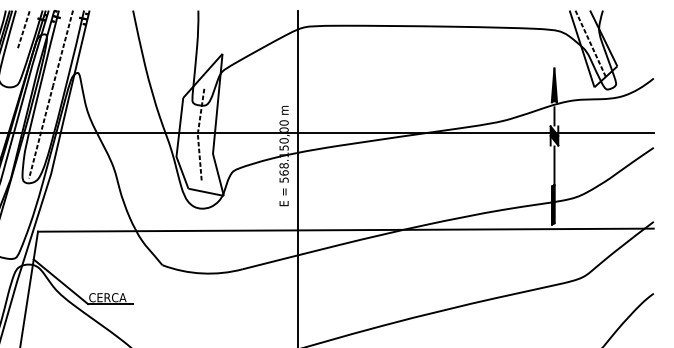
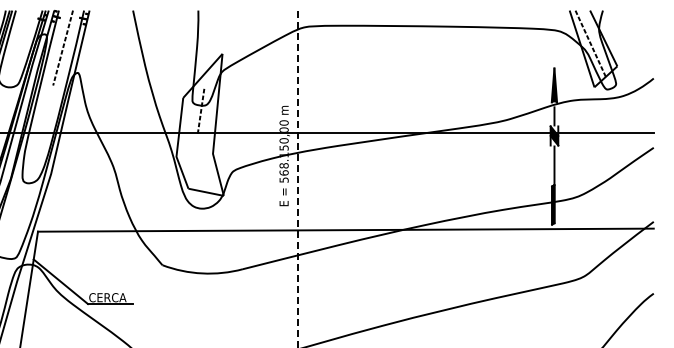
line at (23, 28): present -> none
line at (41, 131): present -> none
line at (199, 156): present -> none
line at (297, 179): solid -> dashed
